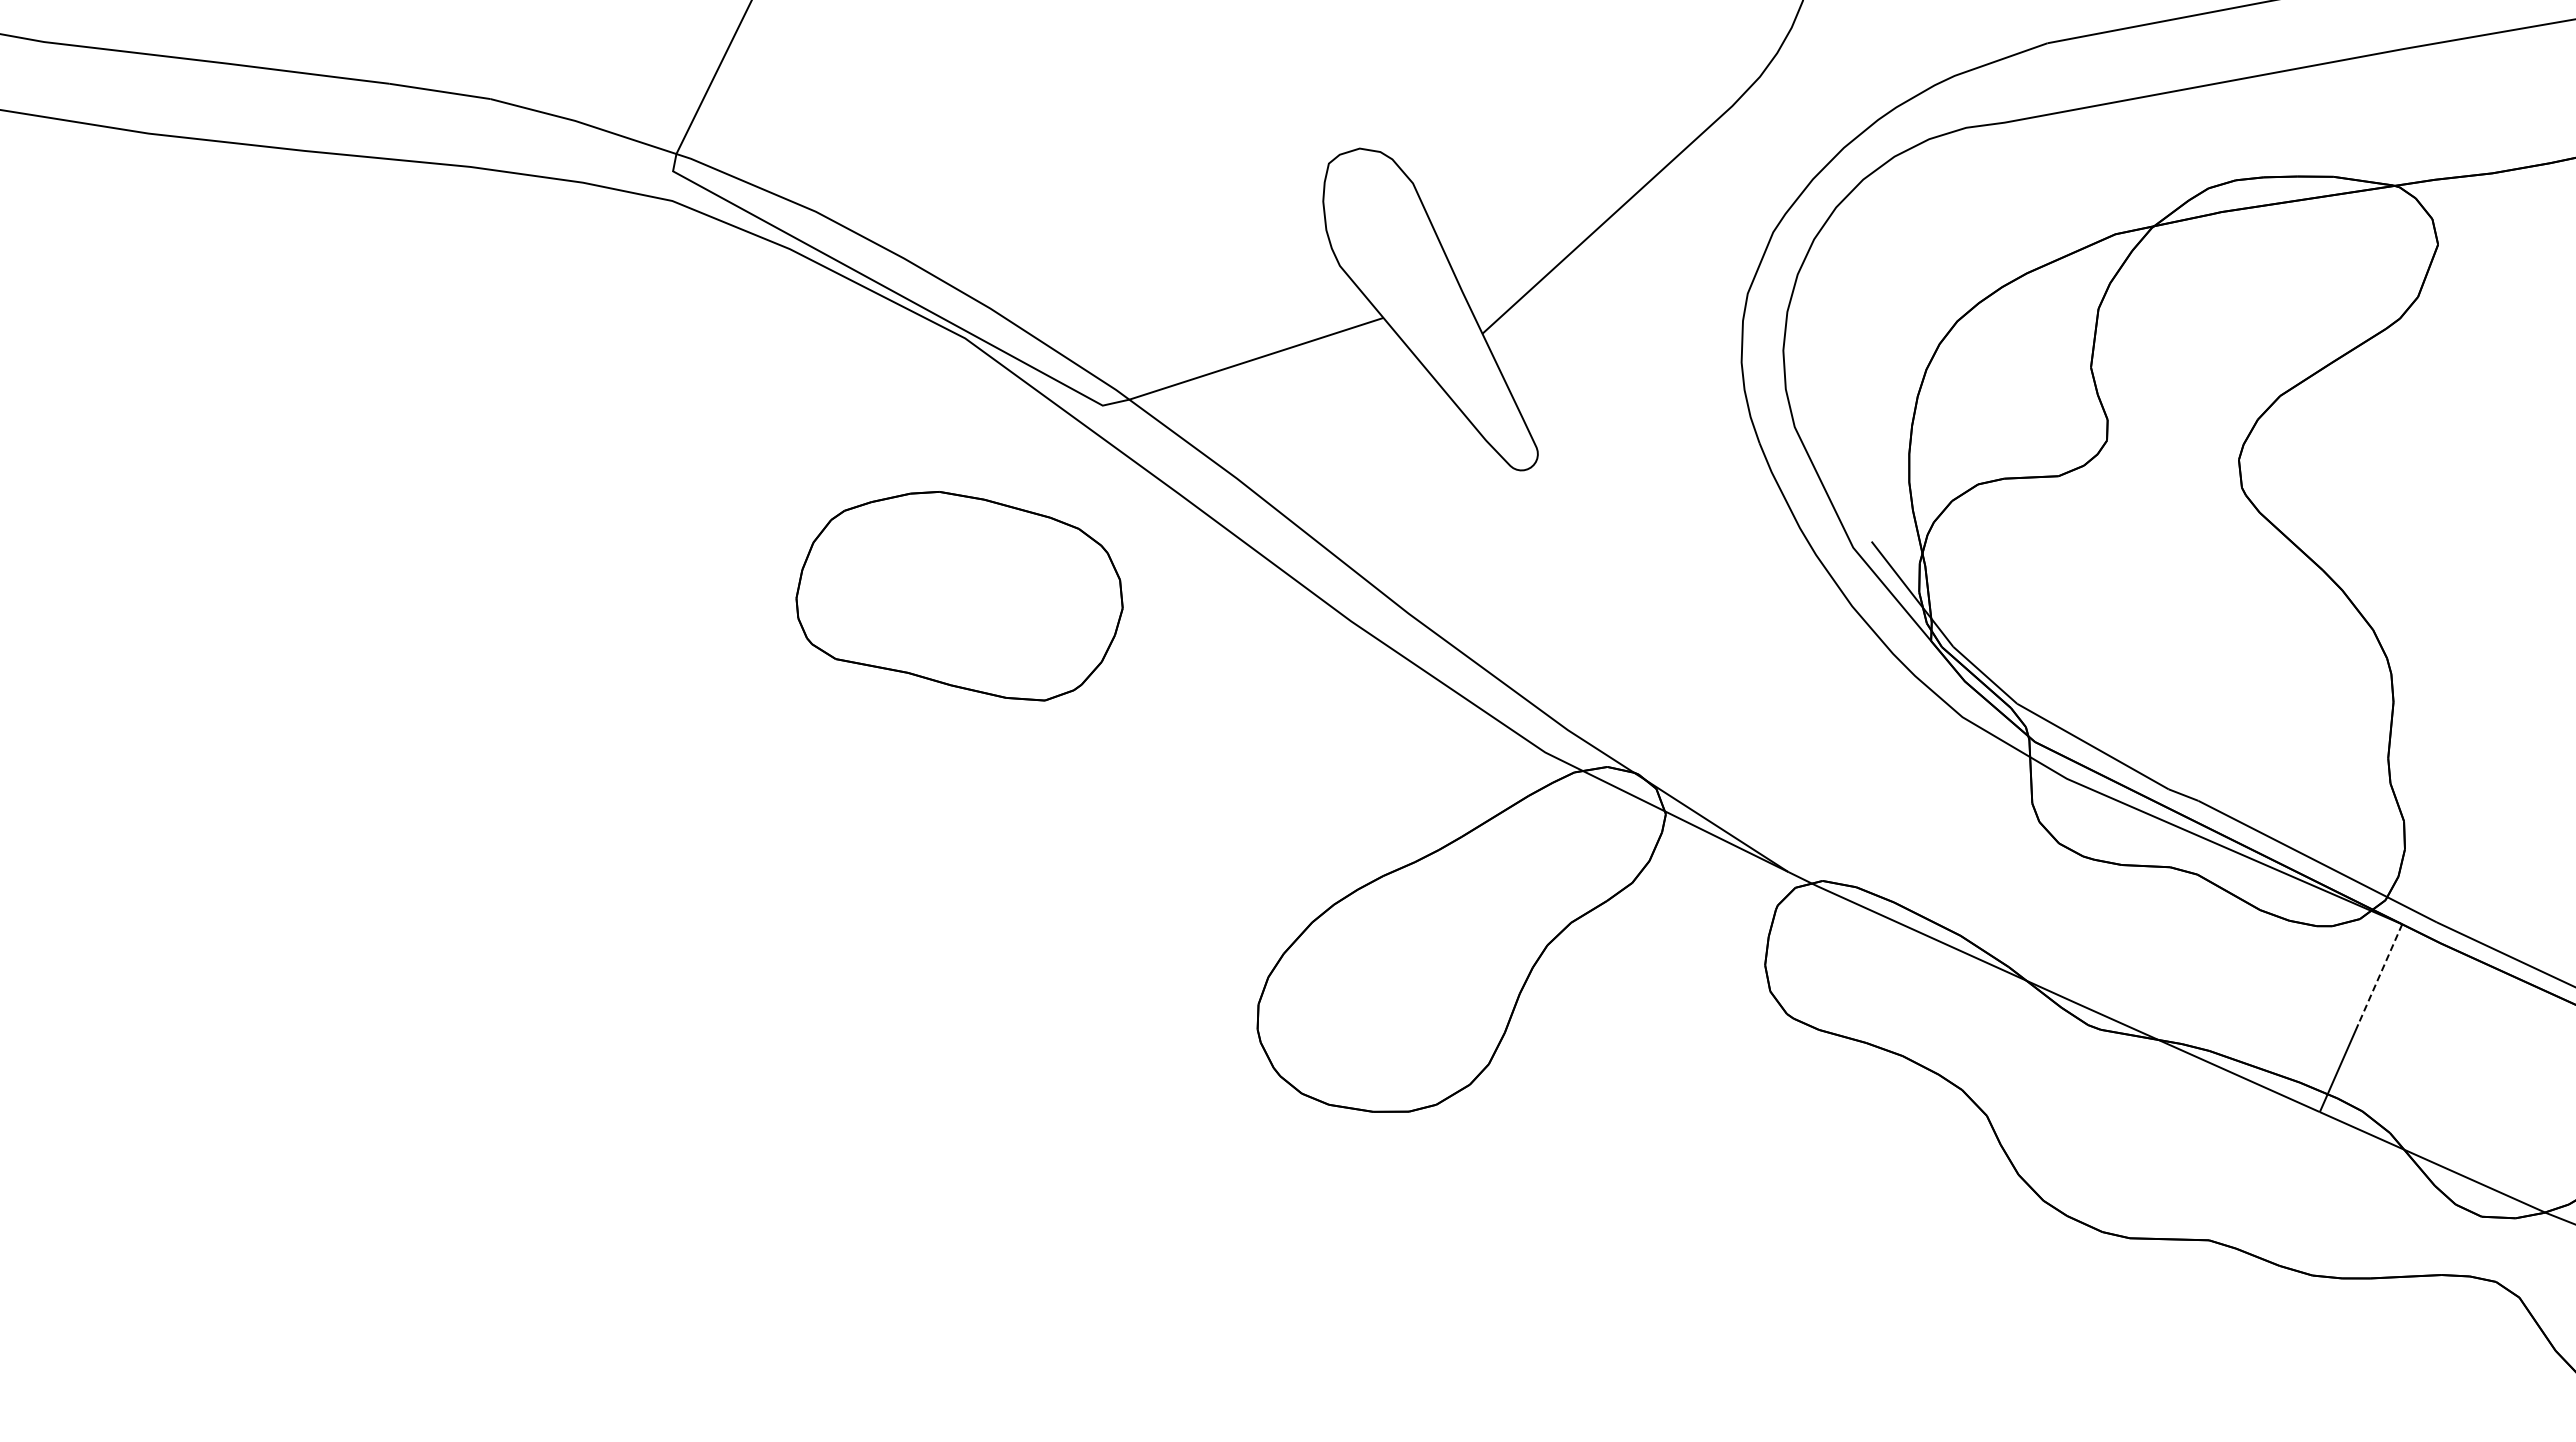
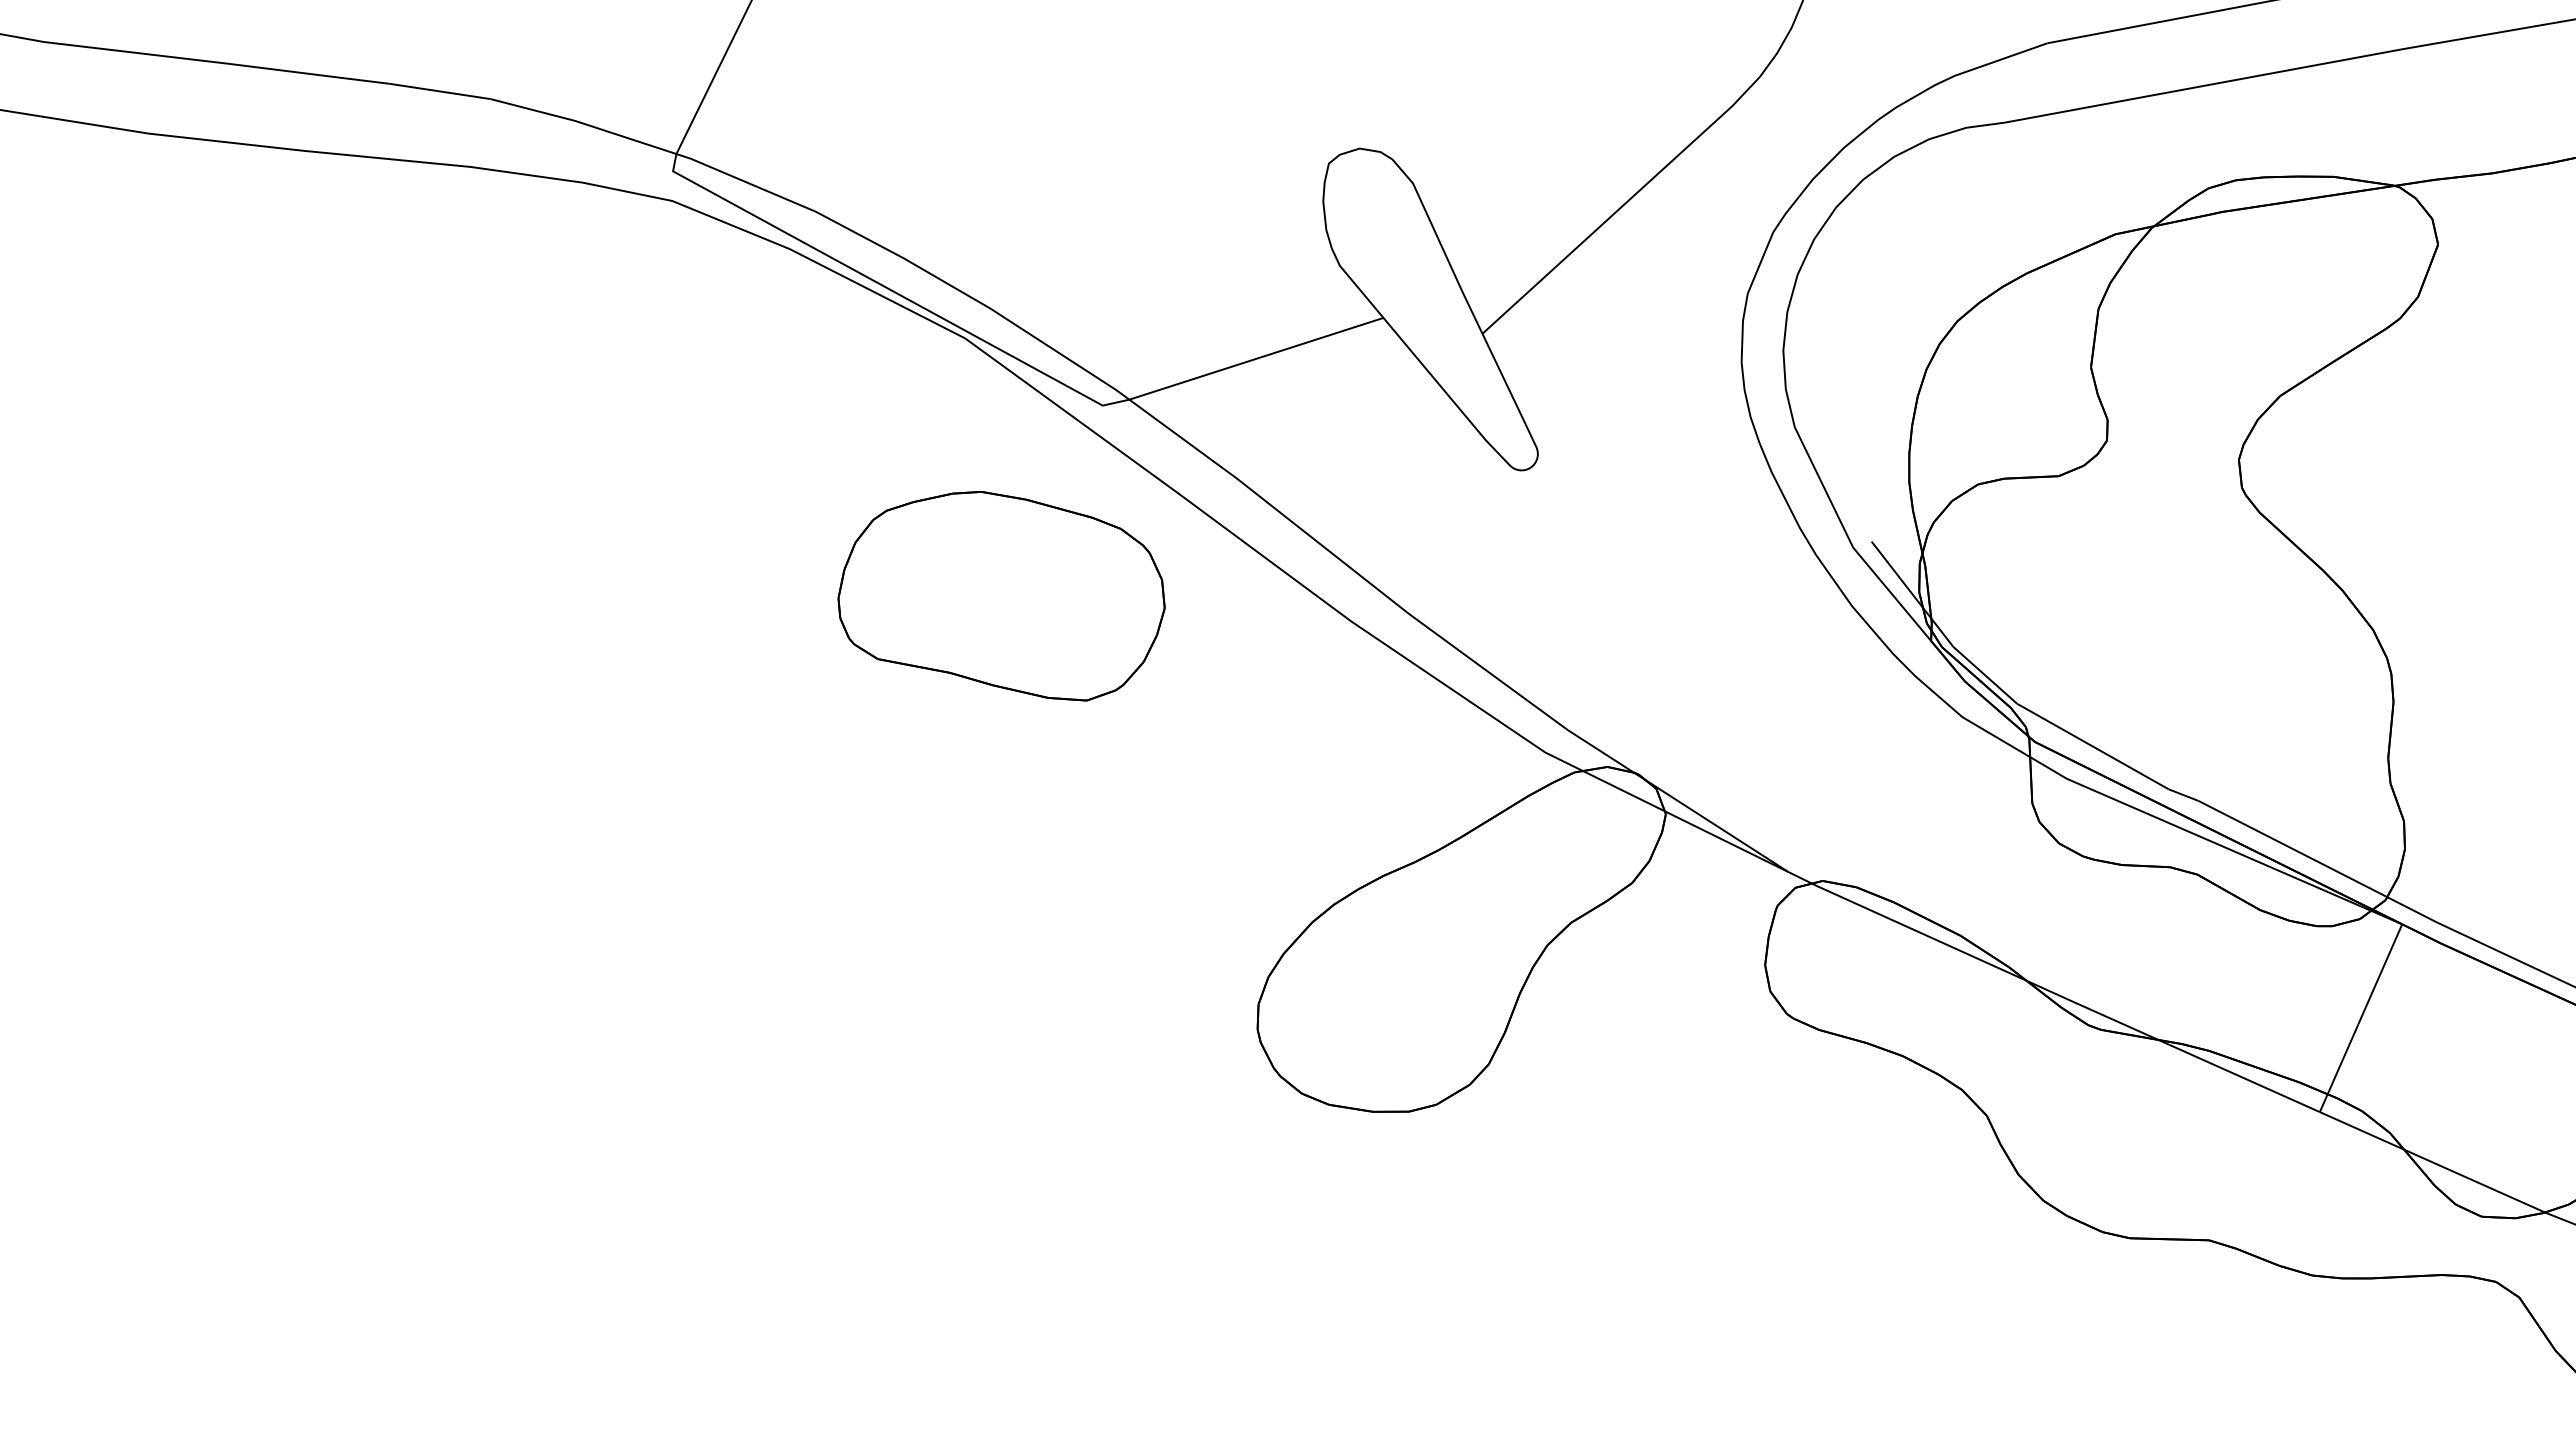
part at (959, 596) position: (959, 596) -> (1001, 596)
line at (2380, 974): dashed -> solid
